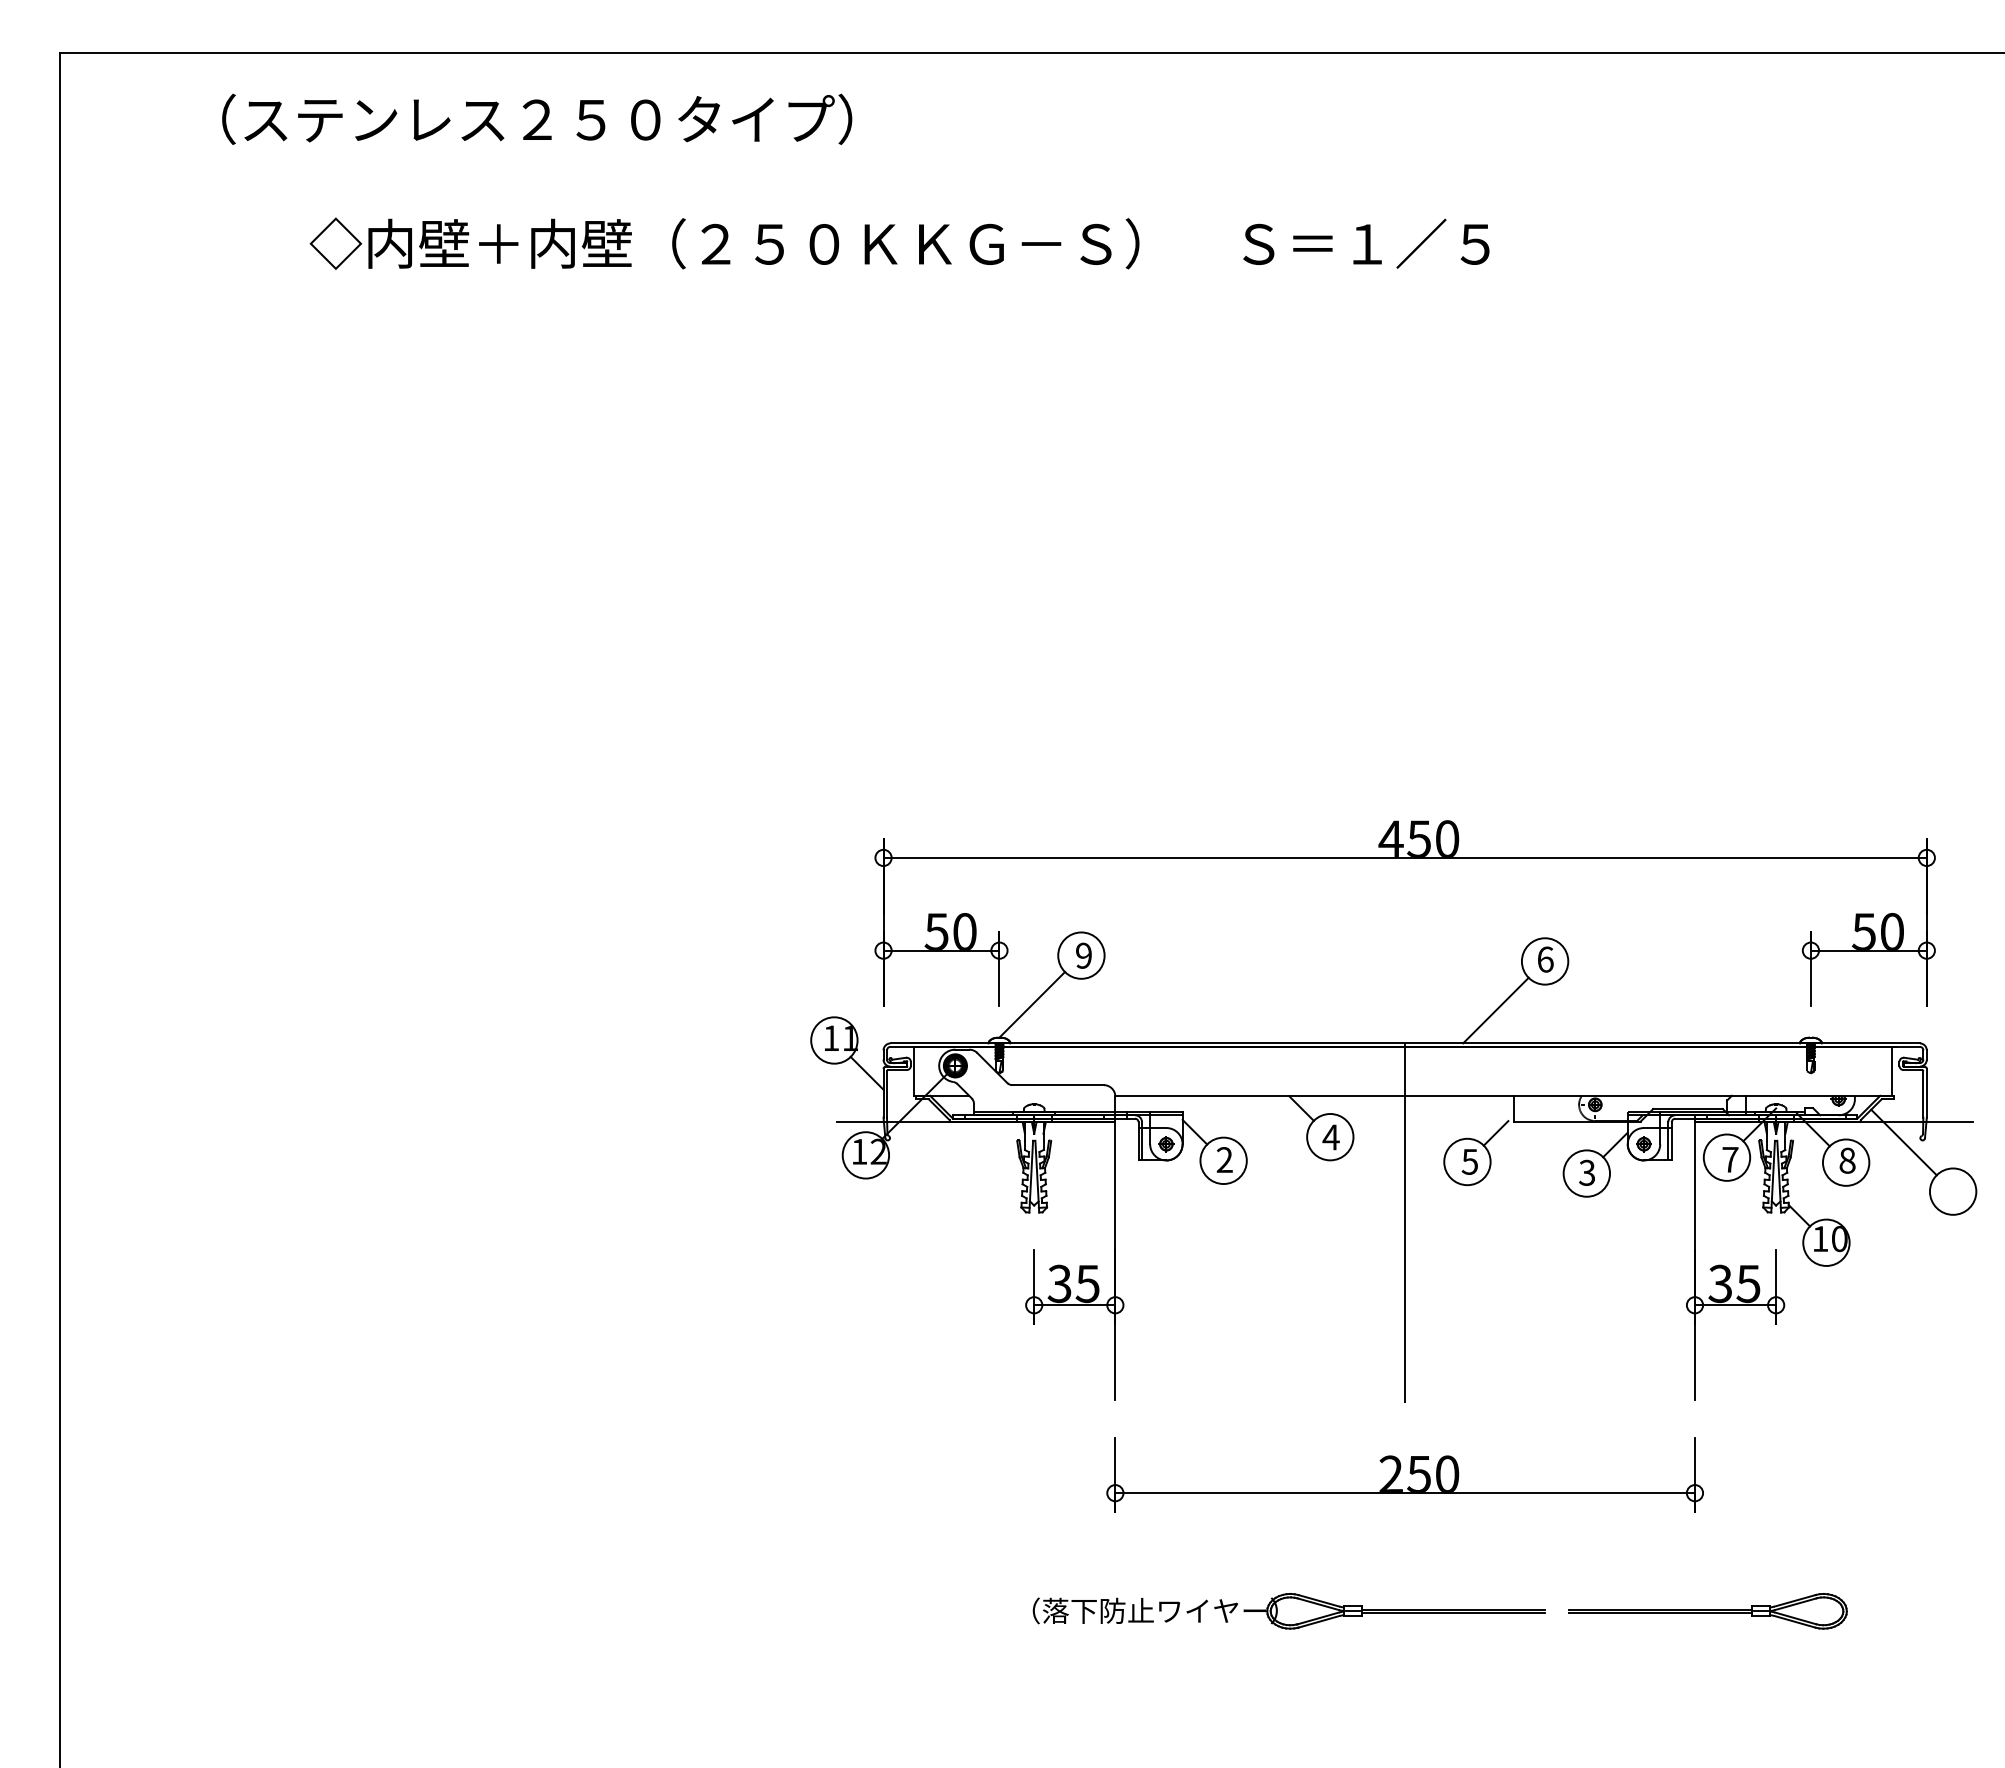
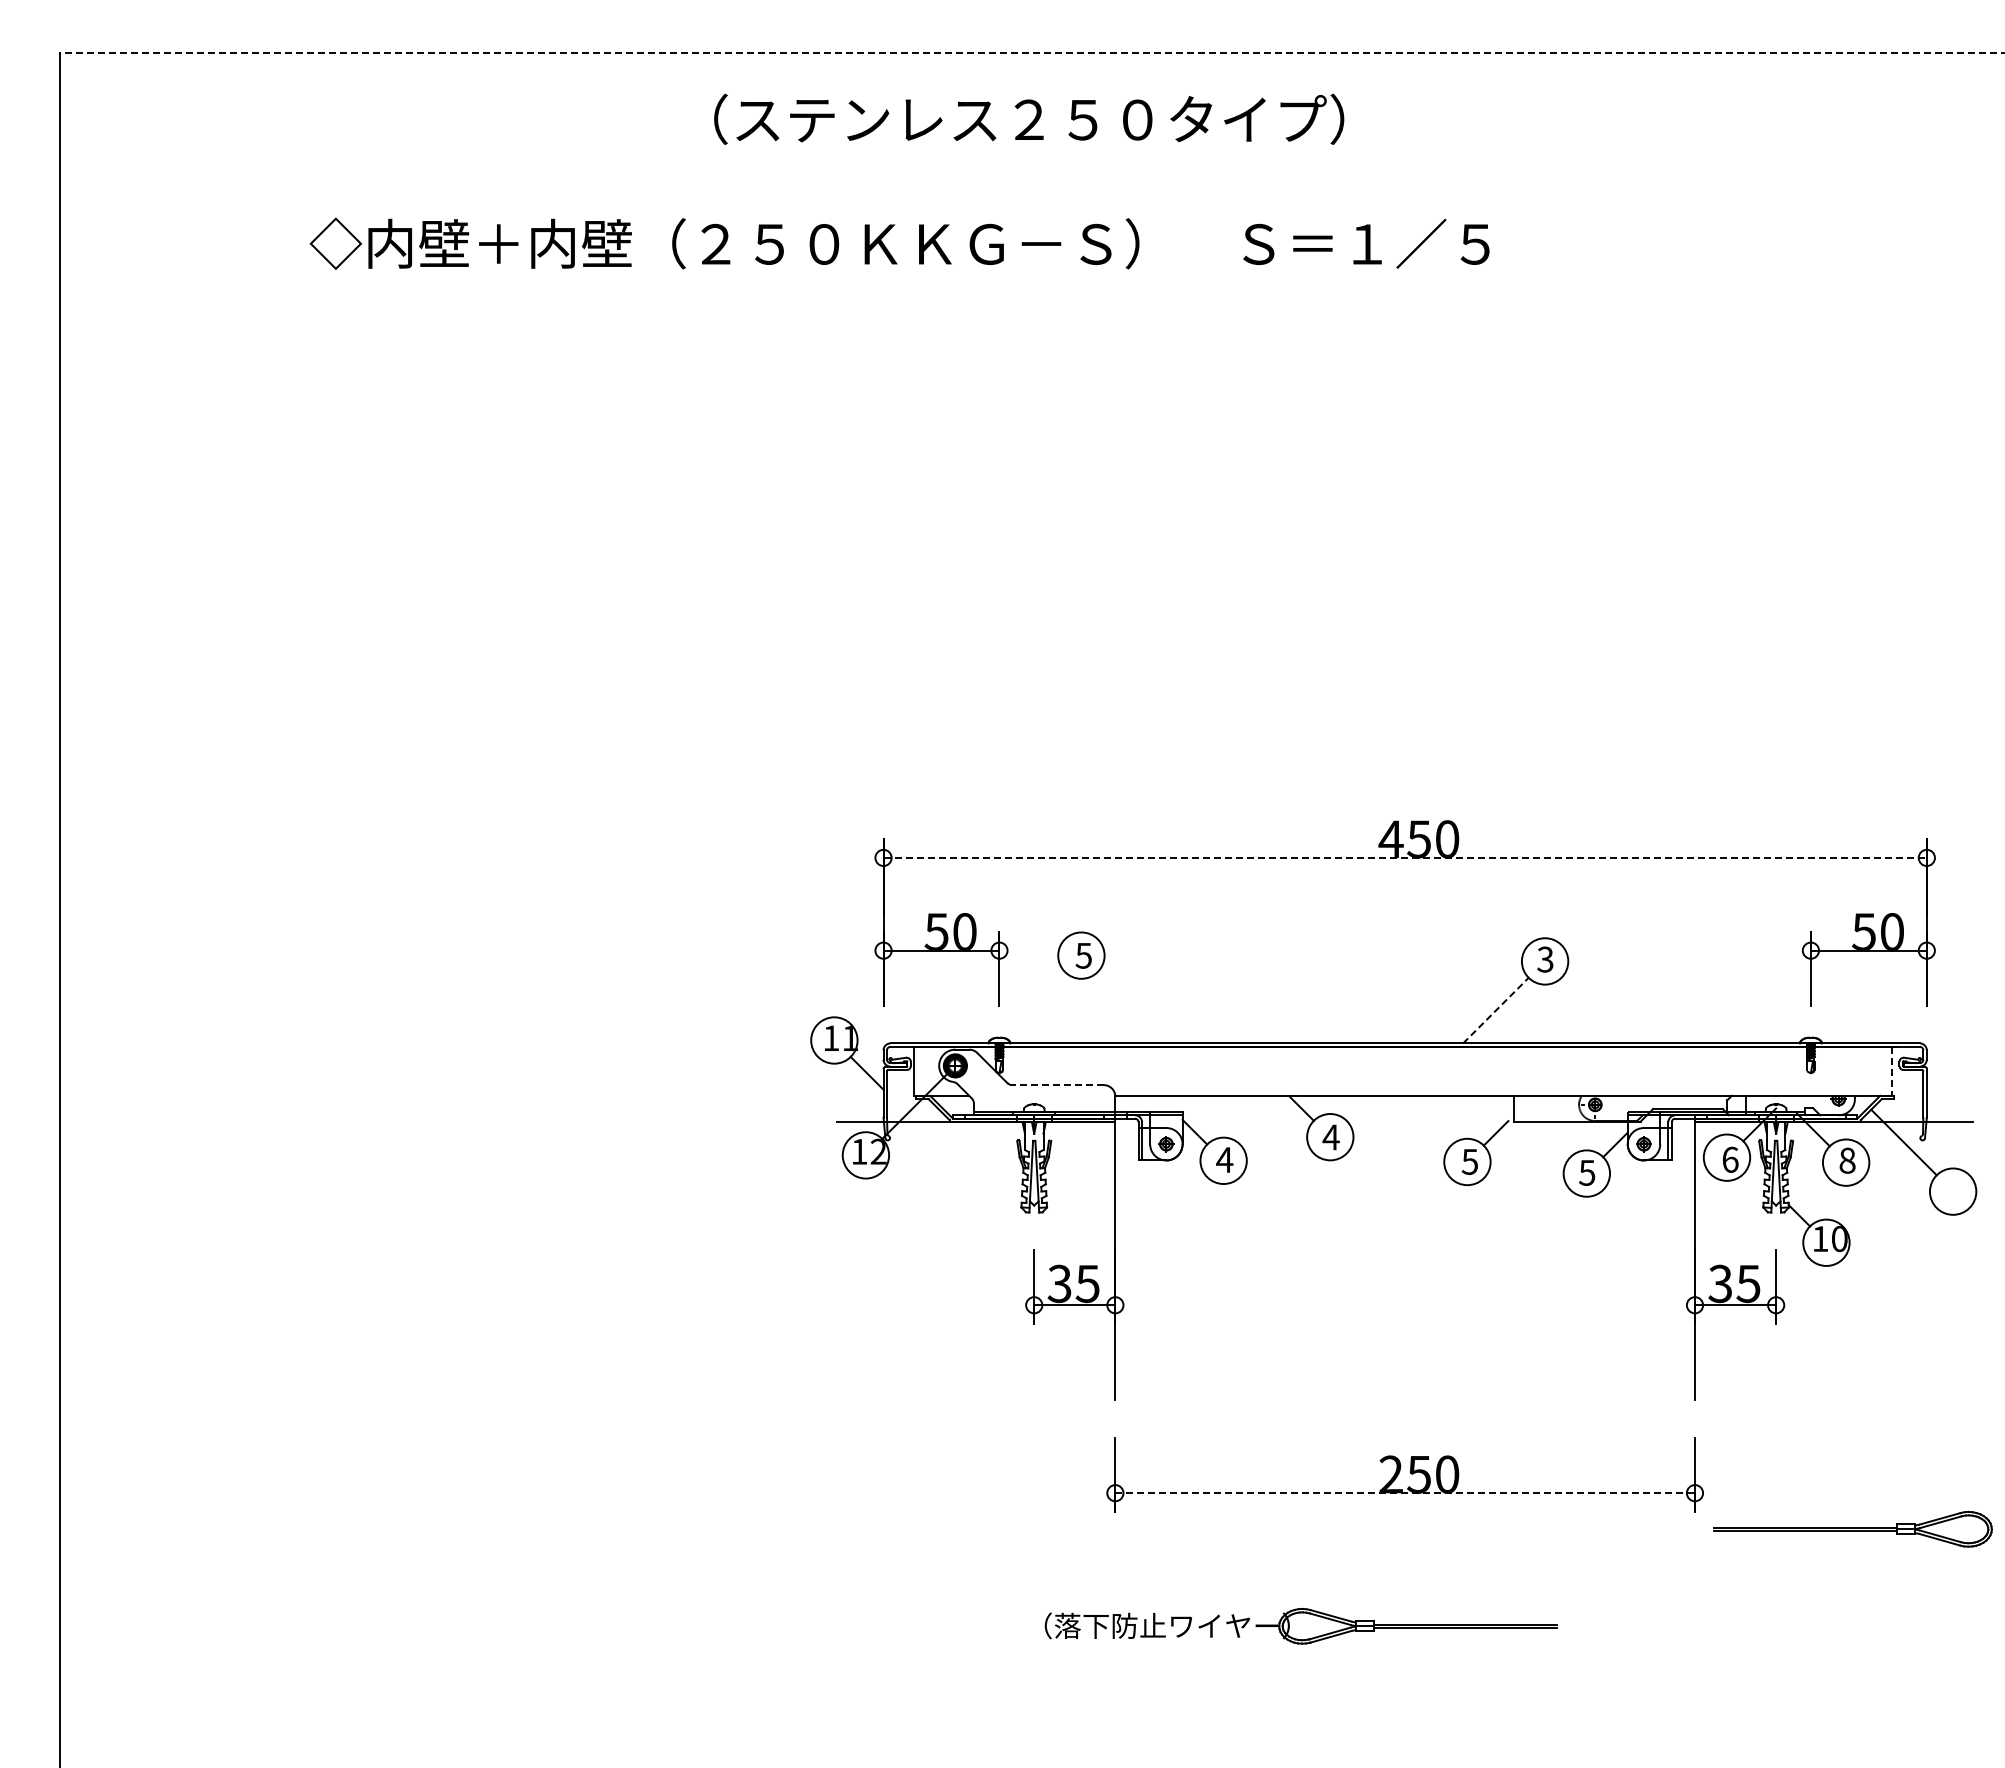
line at (1031, 53): solid -> dashed
text at (537, 118) position: (537, 118) -> (1029, 118)
line at (1405, 857): solid -> dashed
text at (1083, 955): 9 -> 5
text at (1545, 959): 6 -> 3
line at (1032, 1004): present -> none
line at (1496, 1010): solid -> dashed
line at (1892, 1071): solid -> dashed
line at (1058, 1085): solid -> dashed
text at (1224, 1159): 2 -> 4
text at (1730, 1159): 7 -> 6
text at (1587, 1172): 3 -> 5
line at (1405, 1222): present -> none
line at (1405, 1493): solid -> dashed
part at (1288, 1611) position: (1288, 1611) -> (1300, 1626)
part at (1707, 1611) position: (1707, 1611) -> (1852, 1529)
